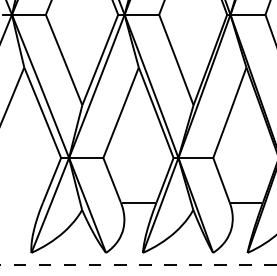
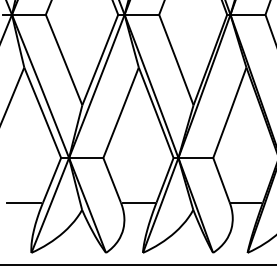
line at (24, 202): none -> present
line at (138, 265): dashed -> solid
